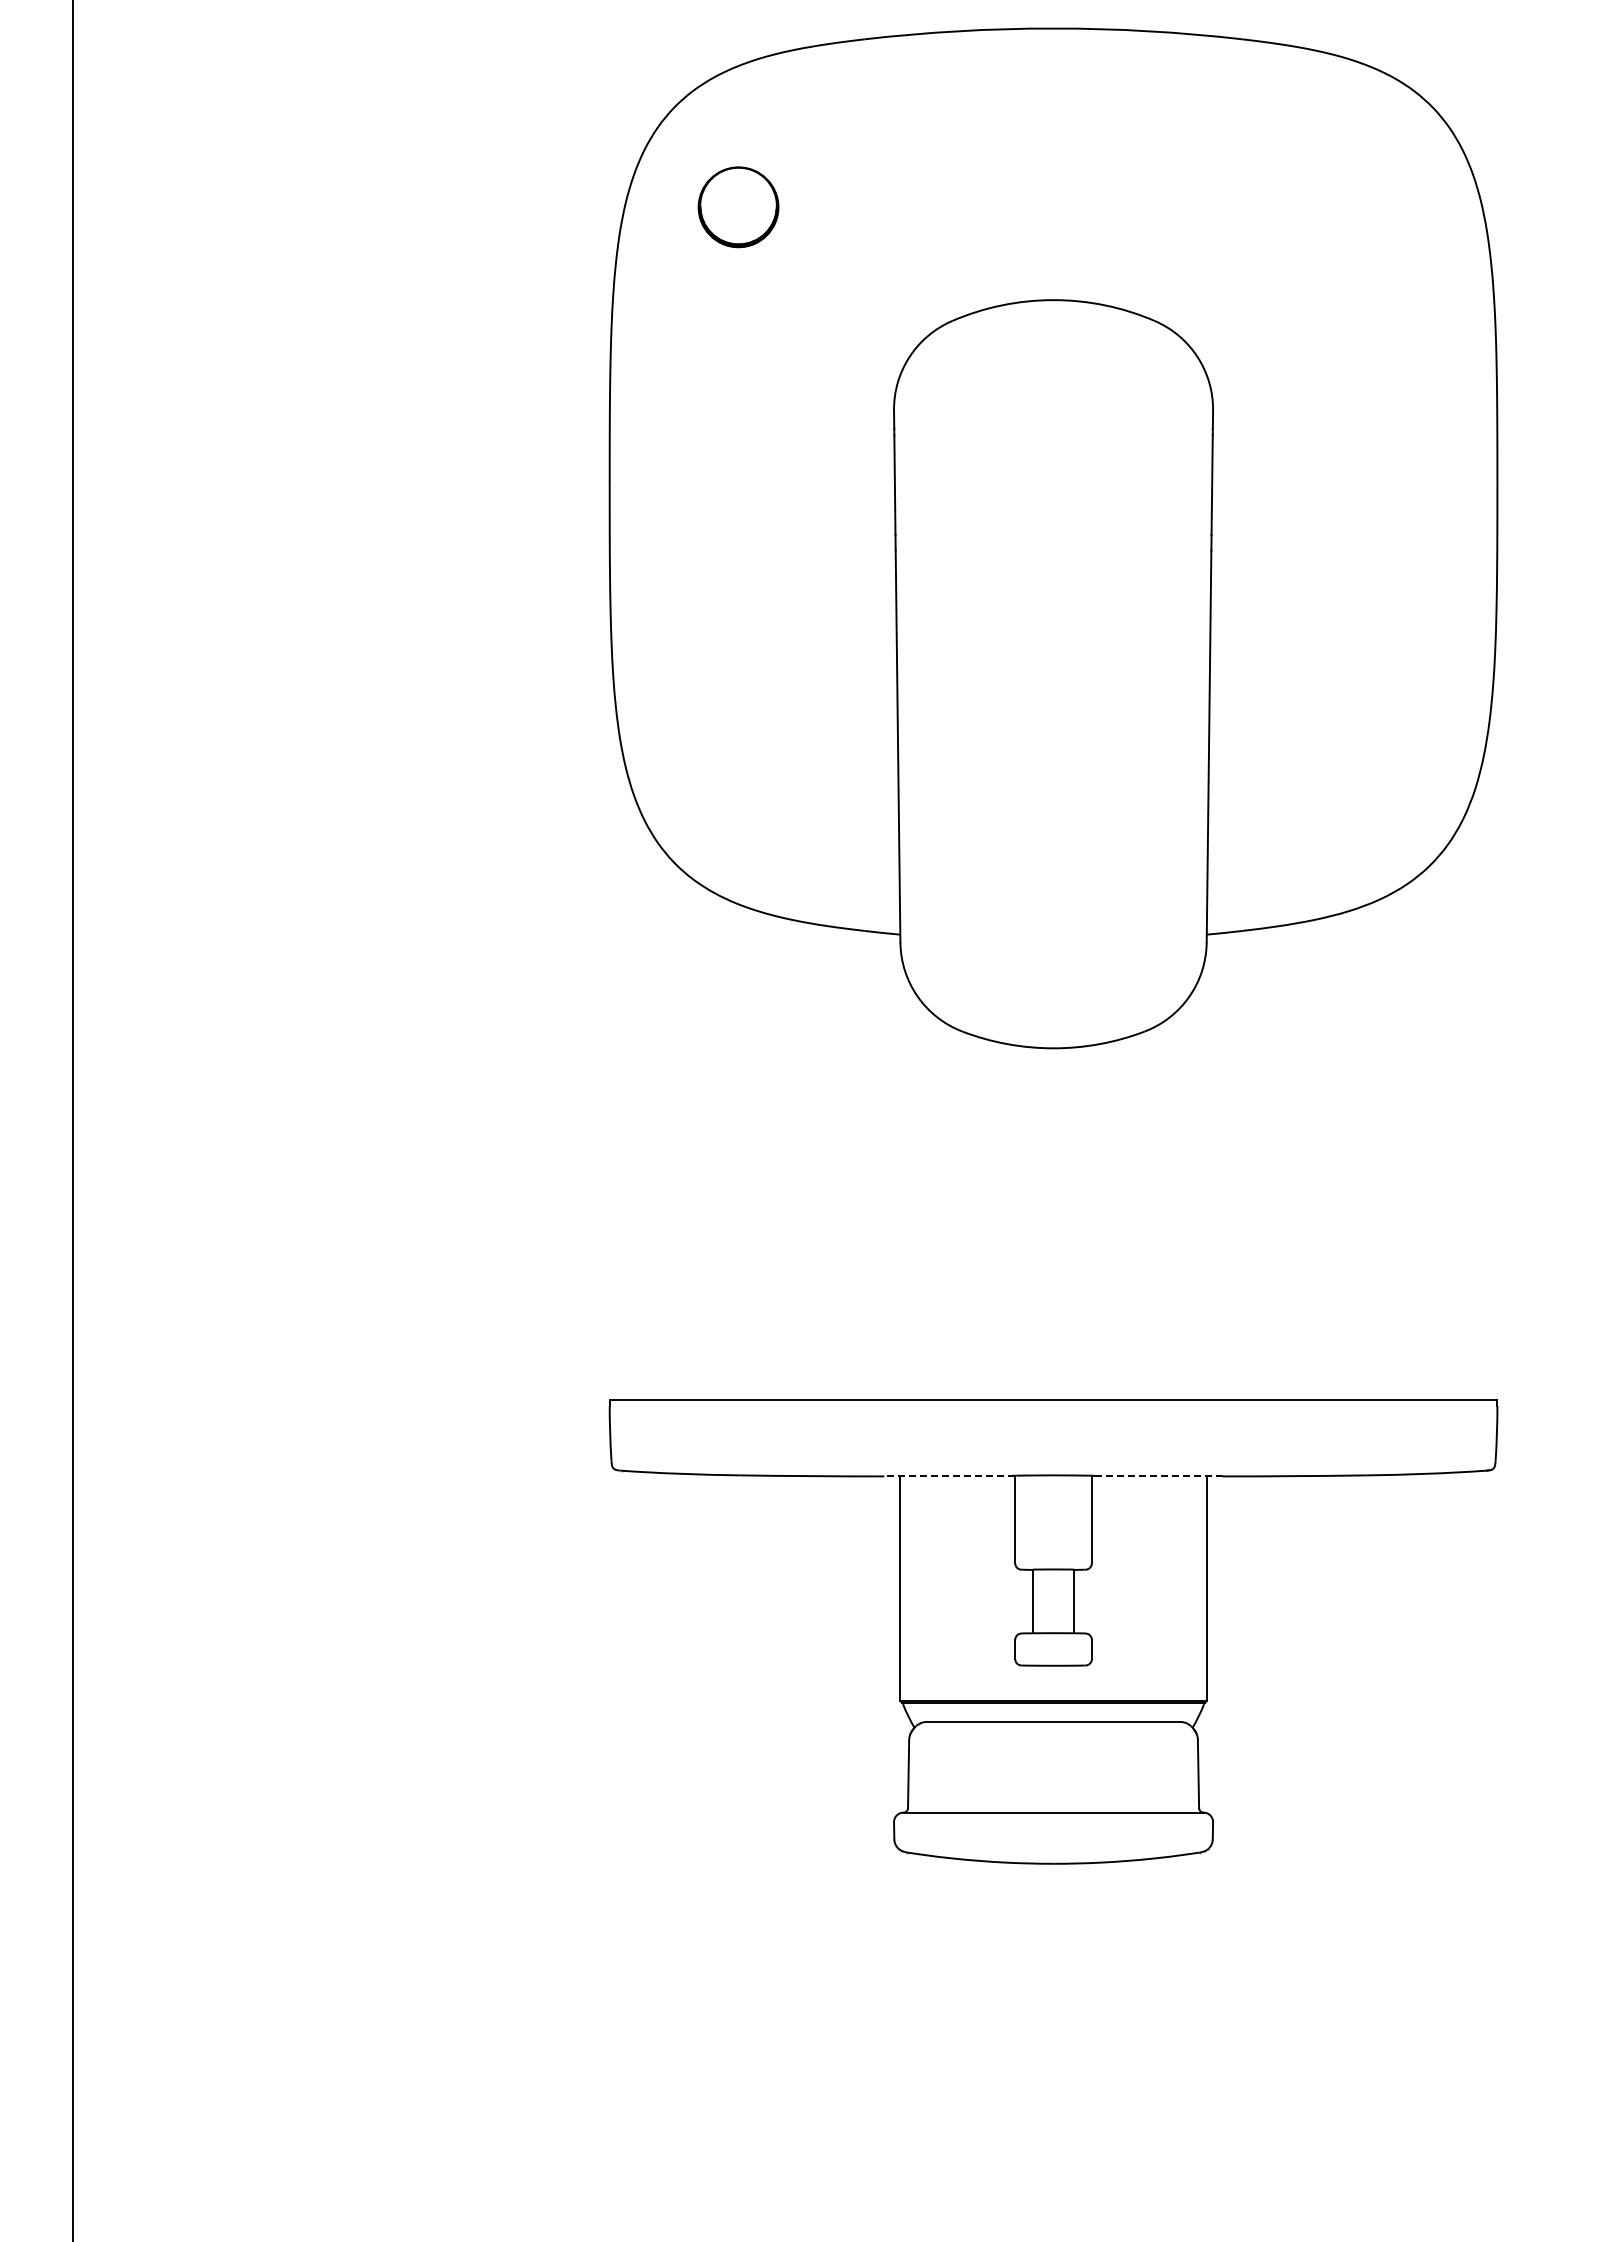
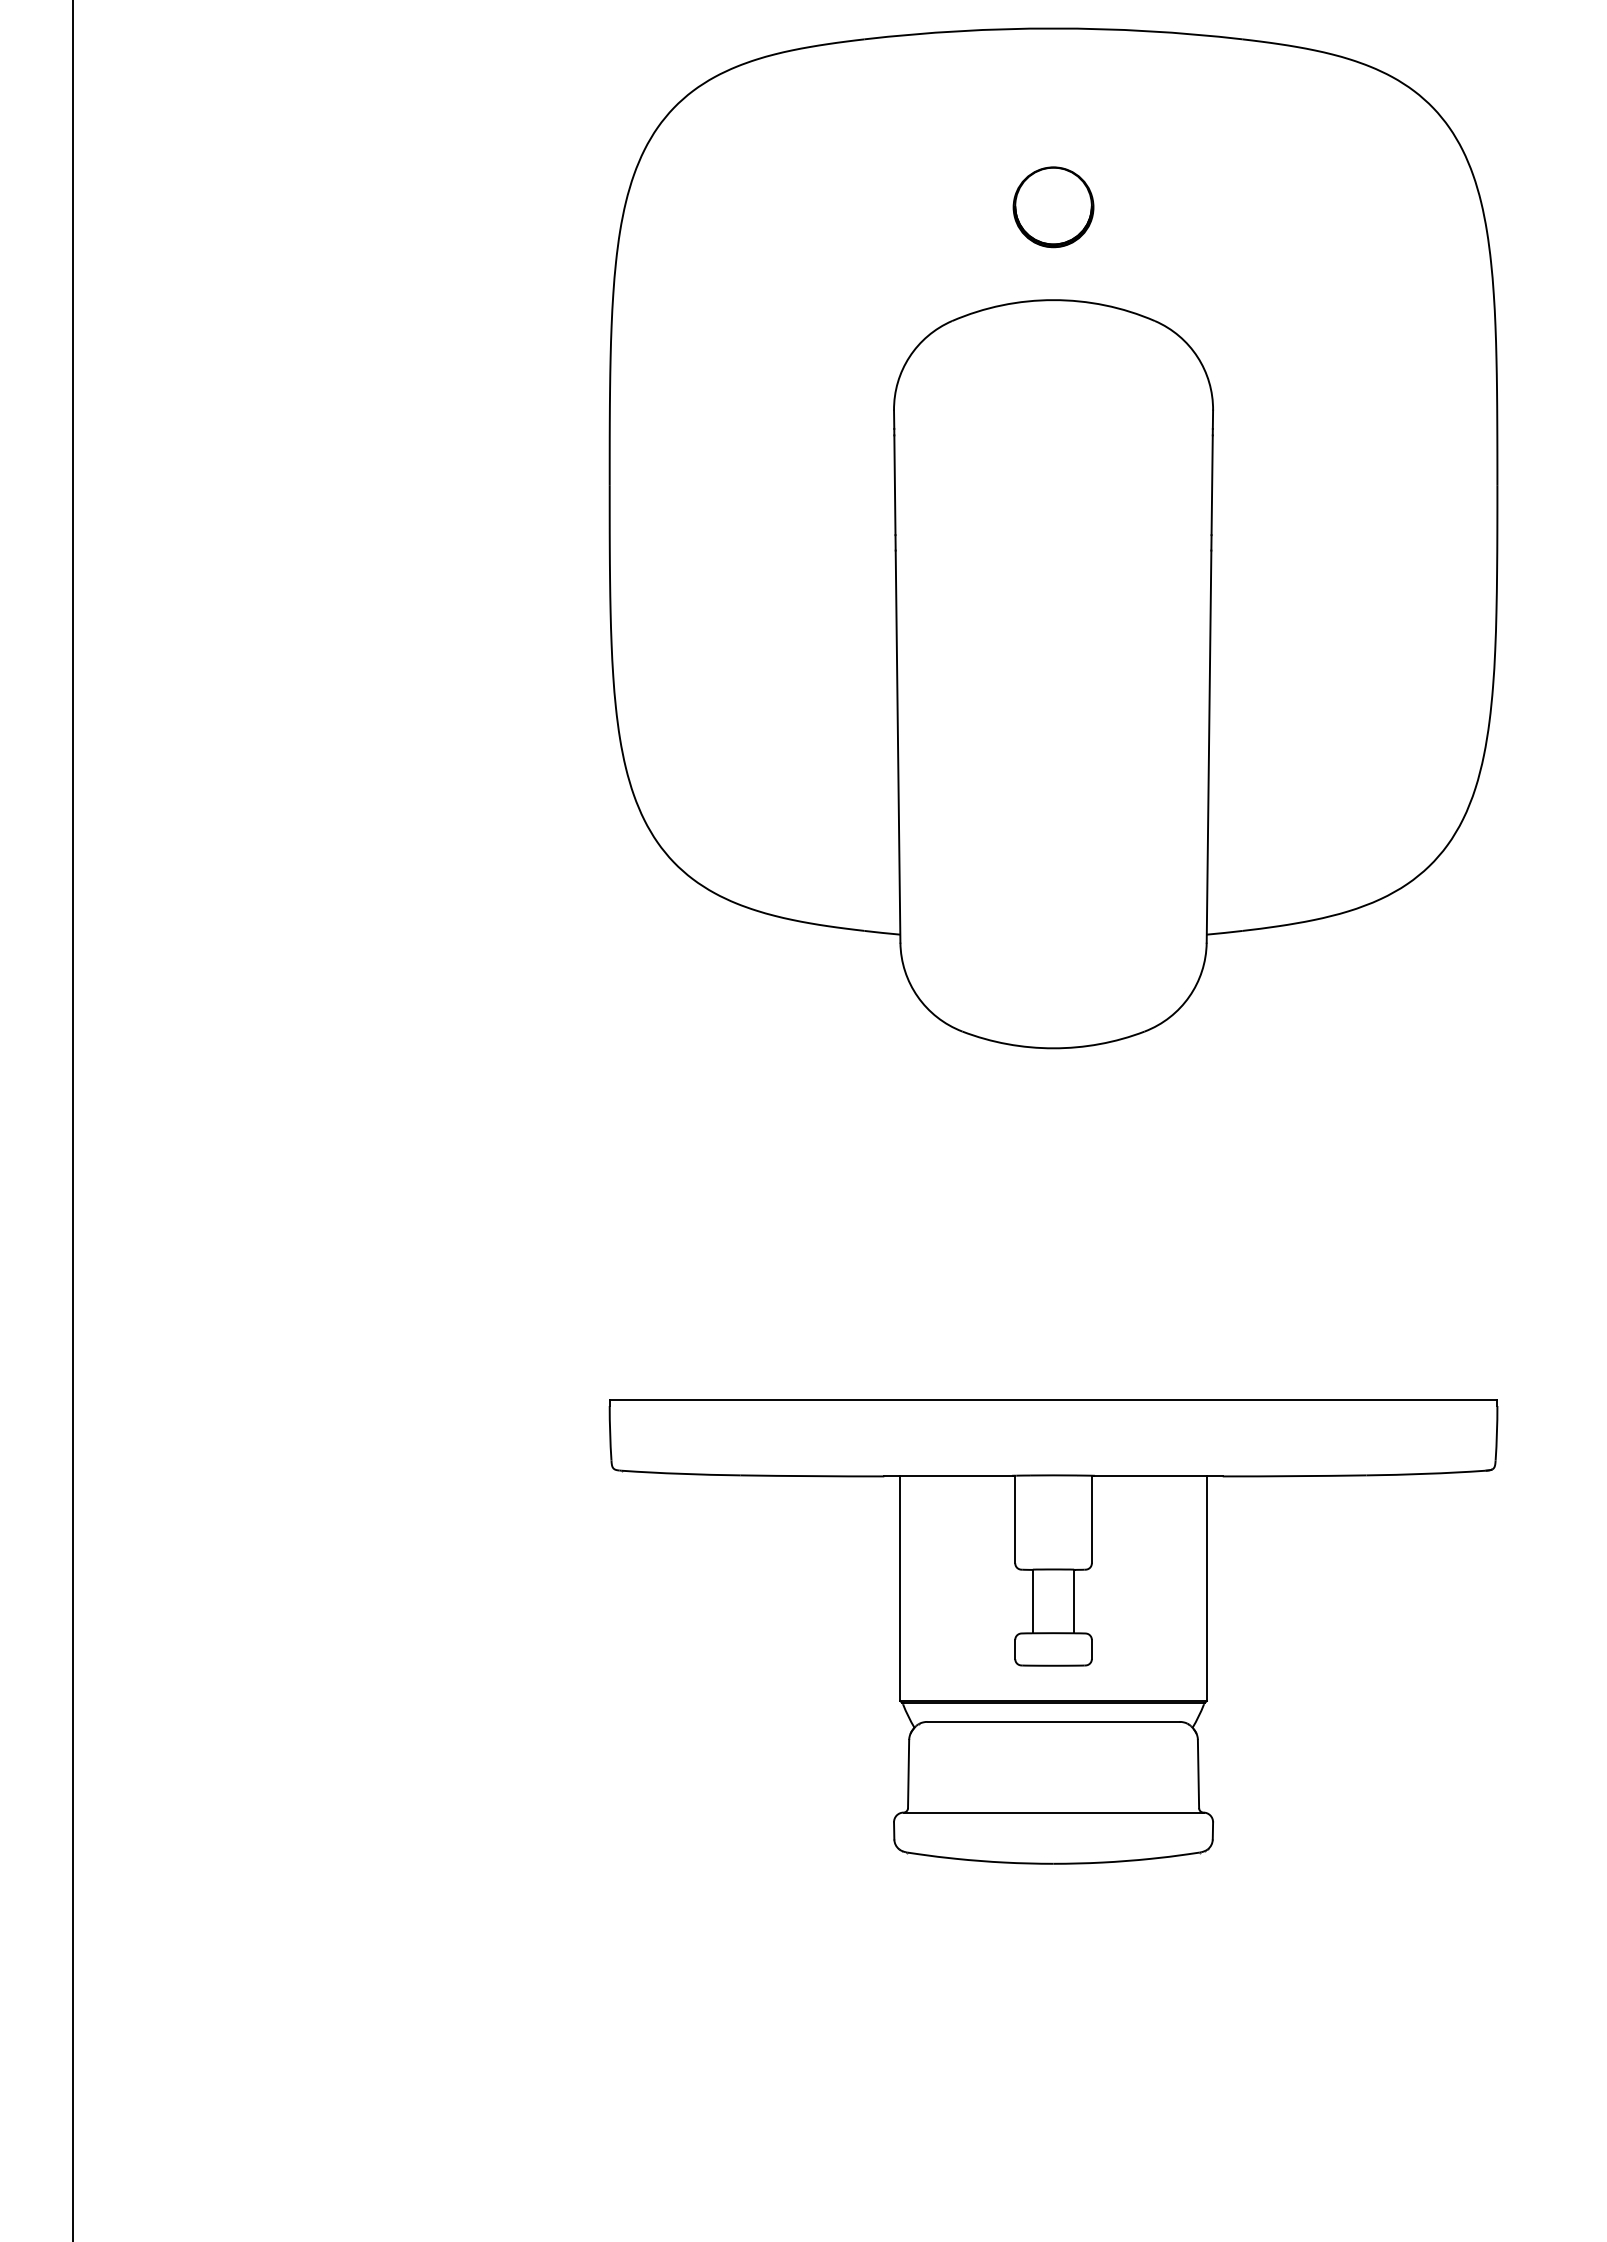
part at (738, 207) position: (738, 207) -> (1053, 207)
line at (949, 1476): dashed -> solid
line at (1156, 1476): dashed -> solid
